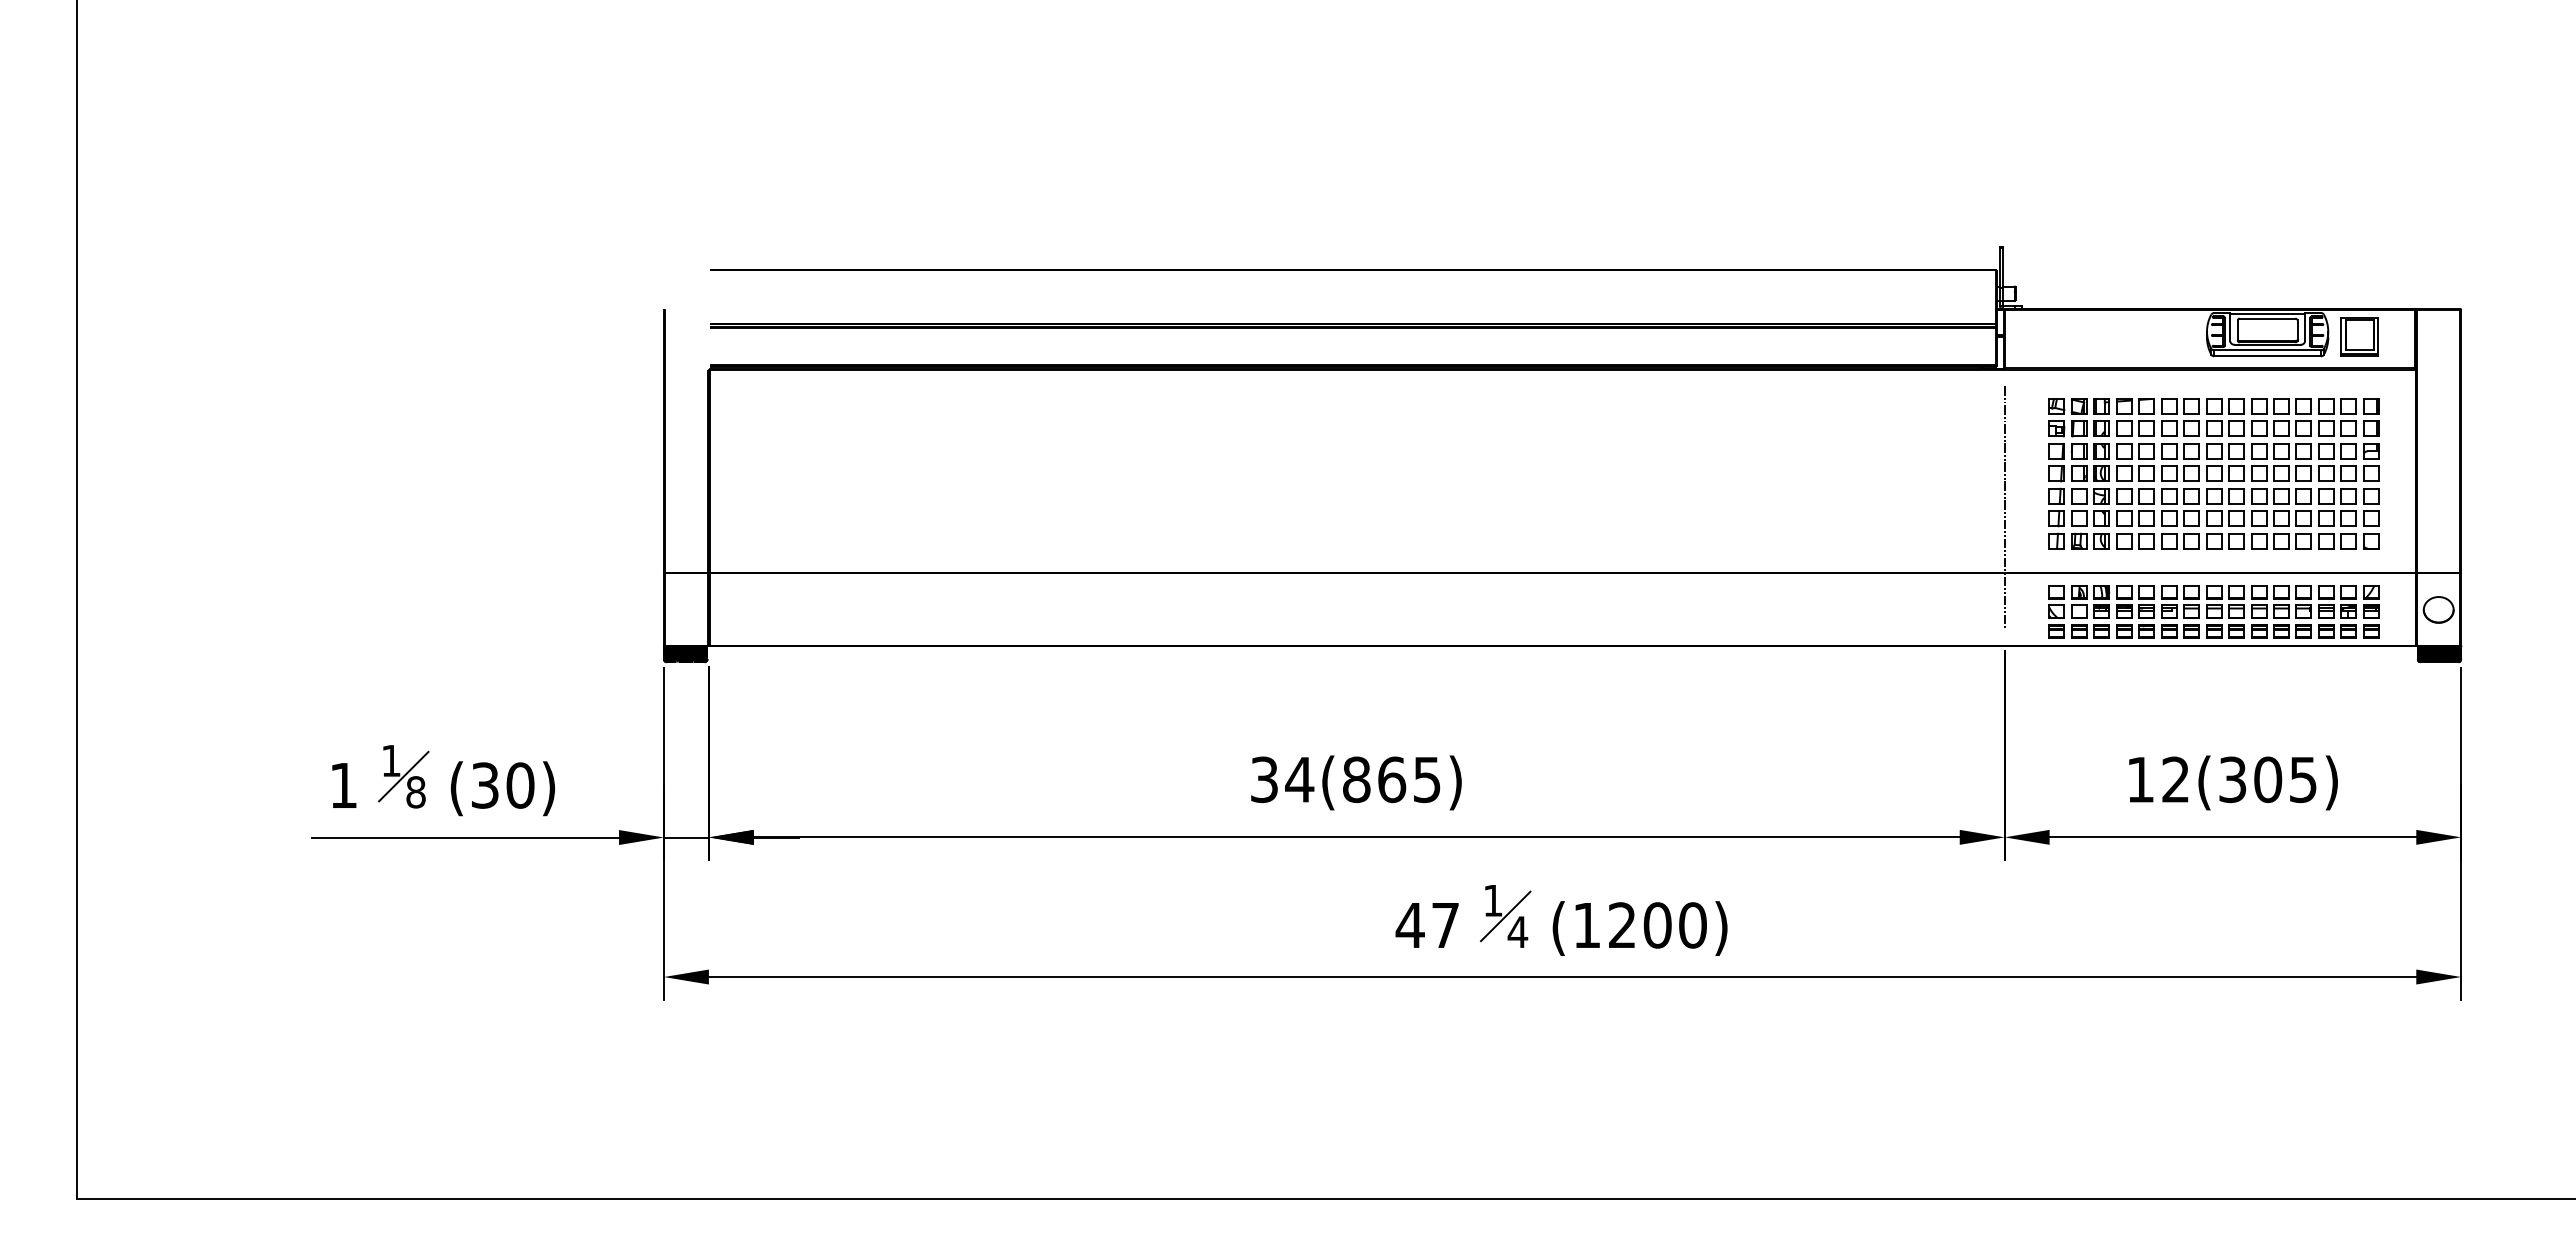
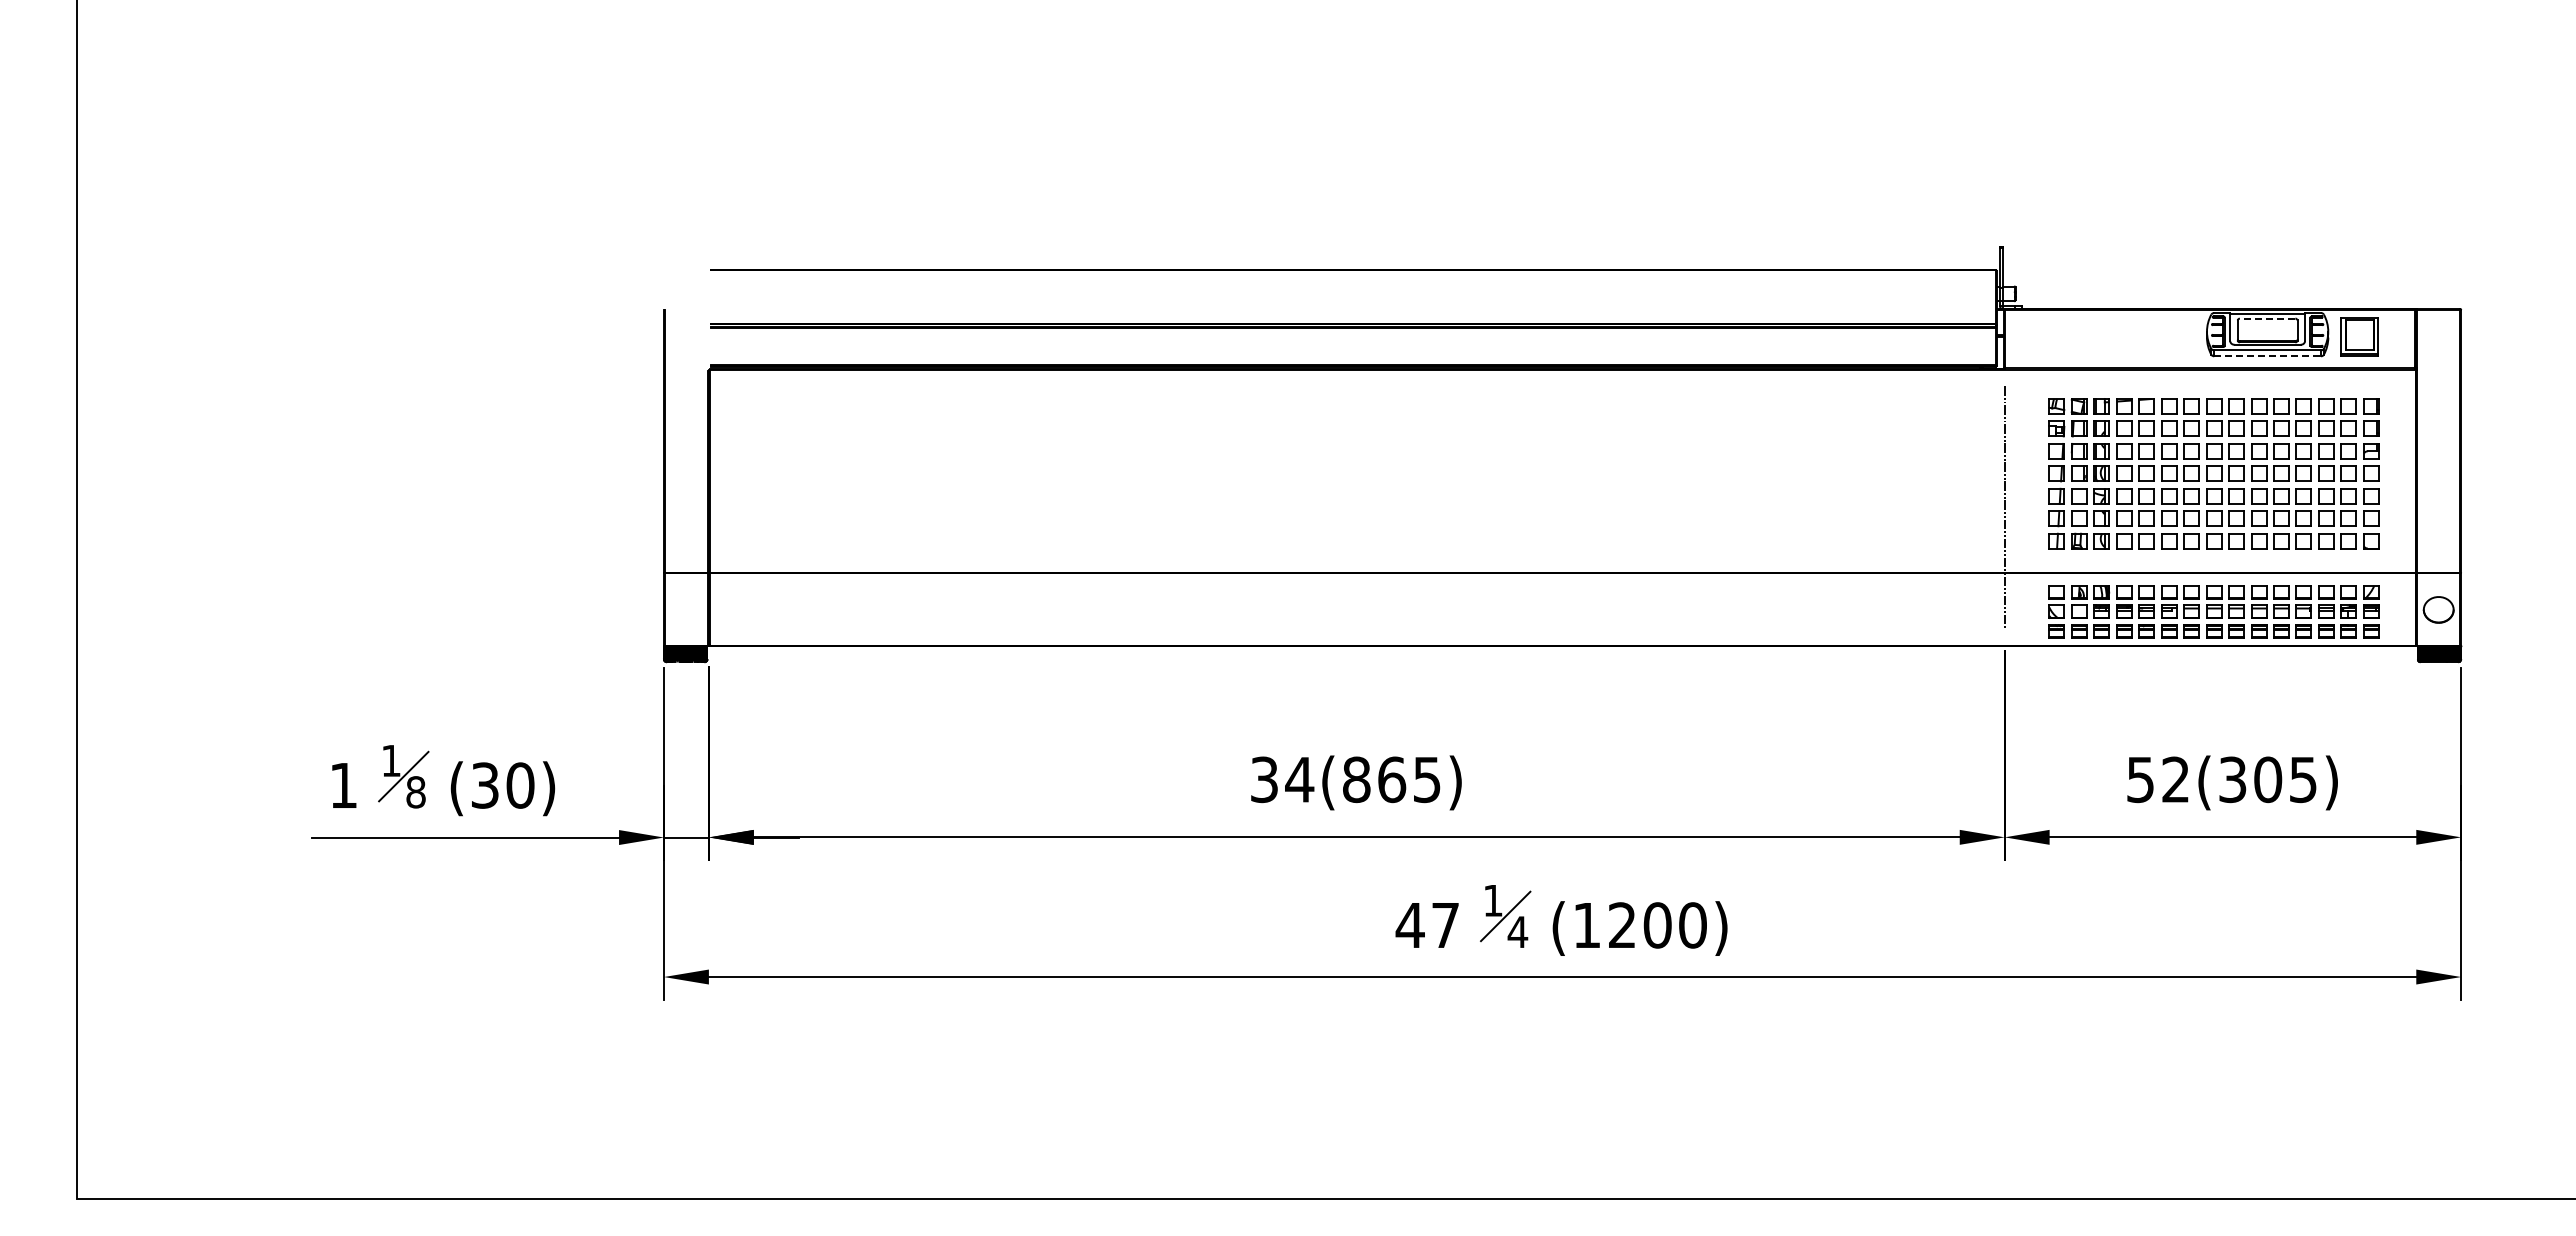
line at (2267, 318): solid -> dashed
line at (2268, 356): solid -> dashed
text at (2140, 780): 12(305) -> 52(305)
